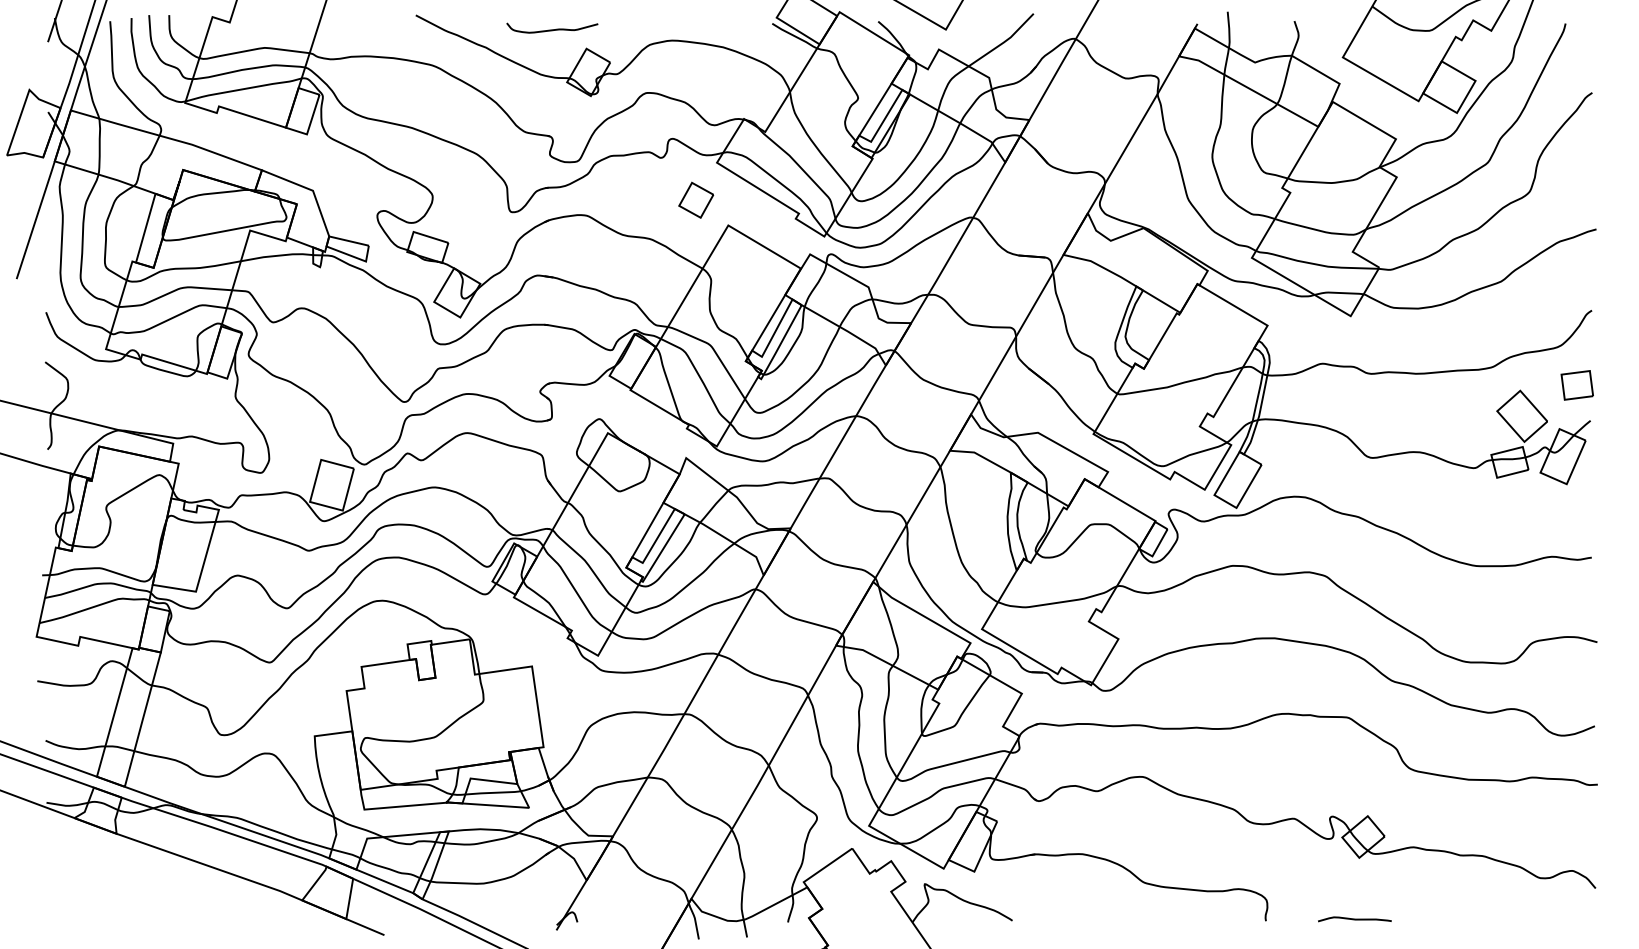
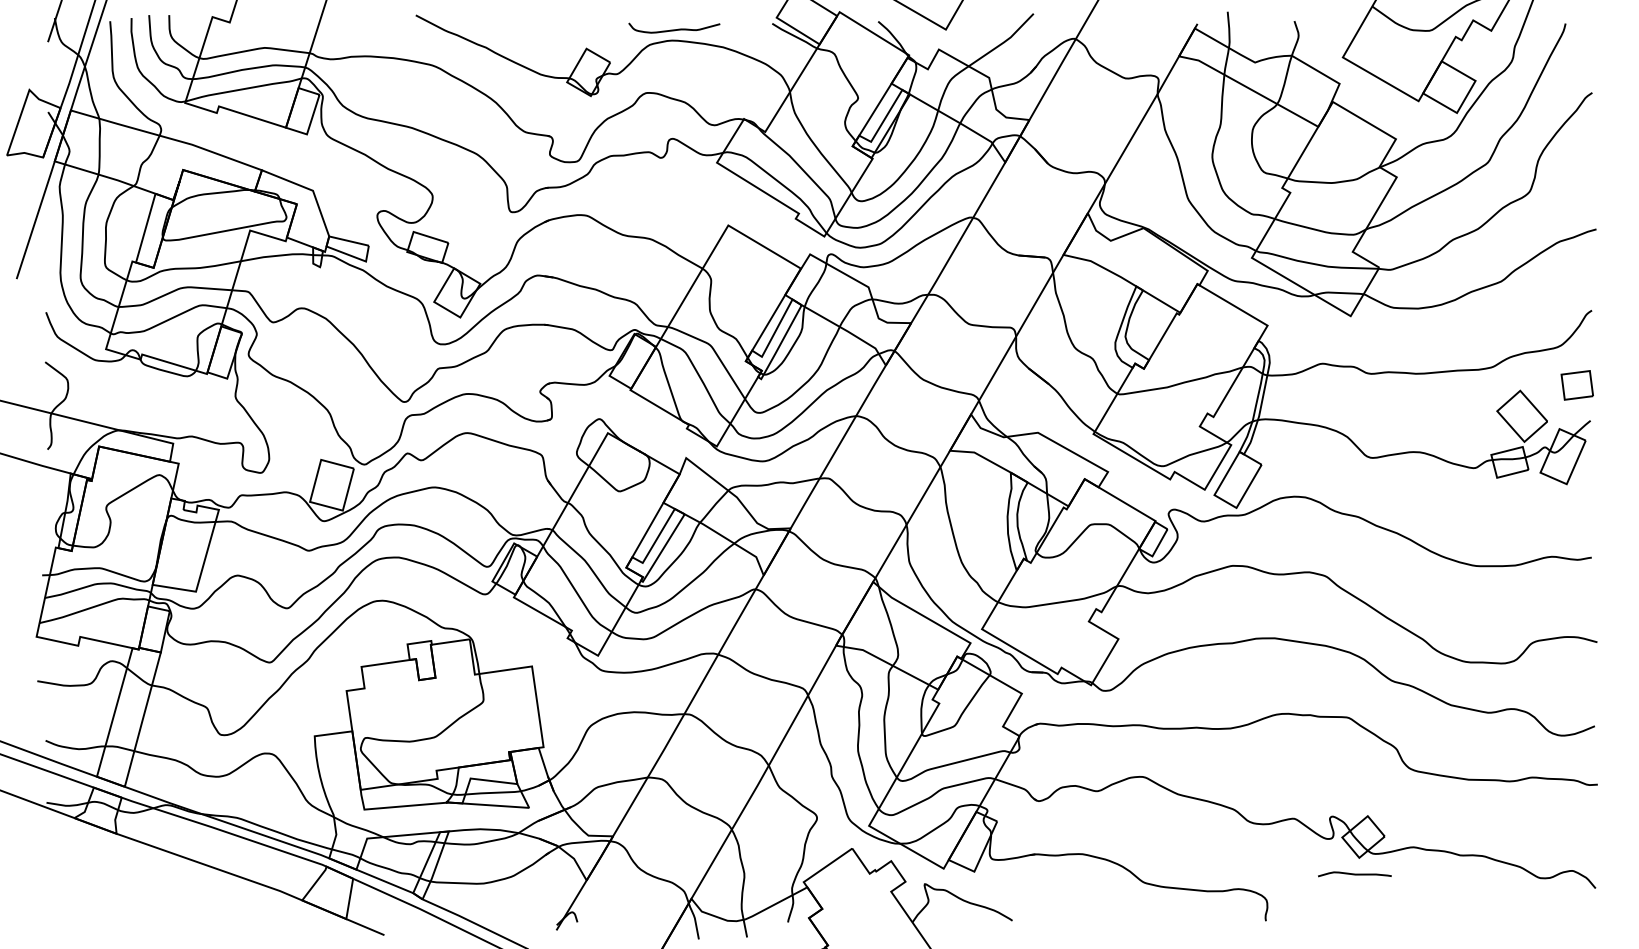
curve at (552, 29) position: (552, 29) -> (674, 29)
part at (696, 199): present -> none
curve at (1354, 919) position: (1354, 919) -> (1354, 874)
